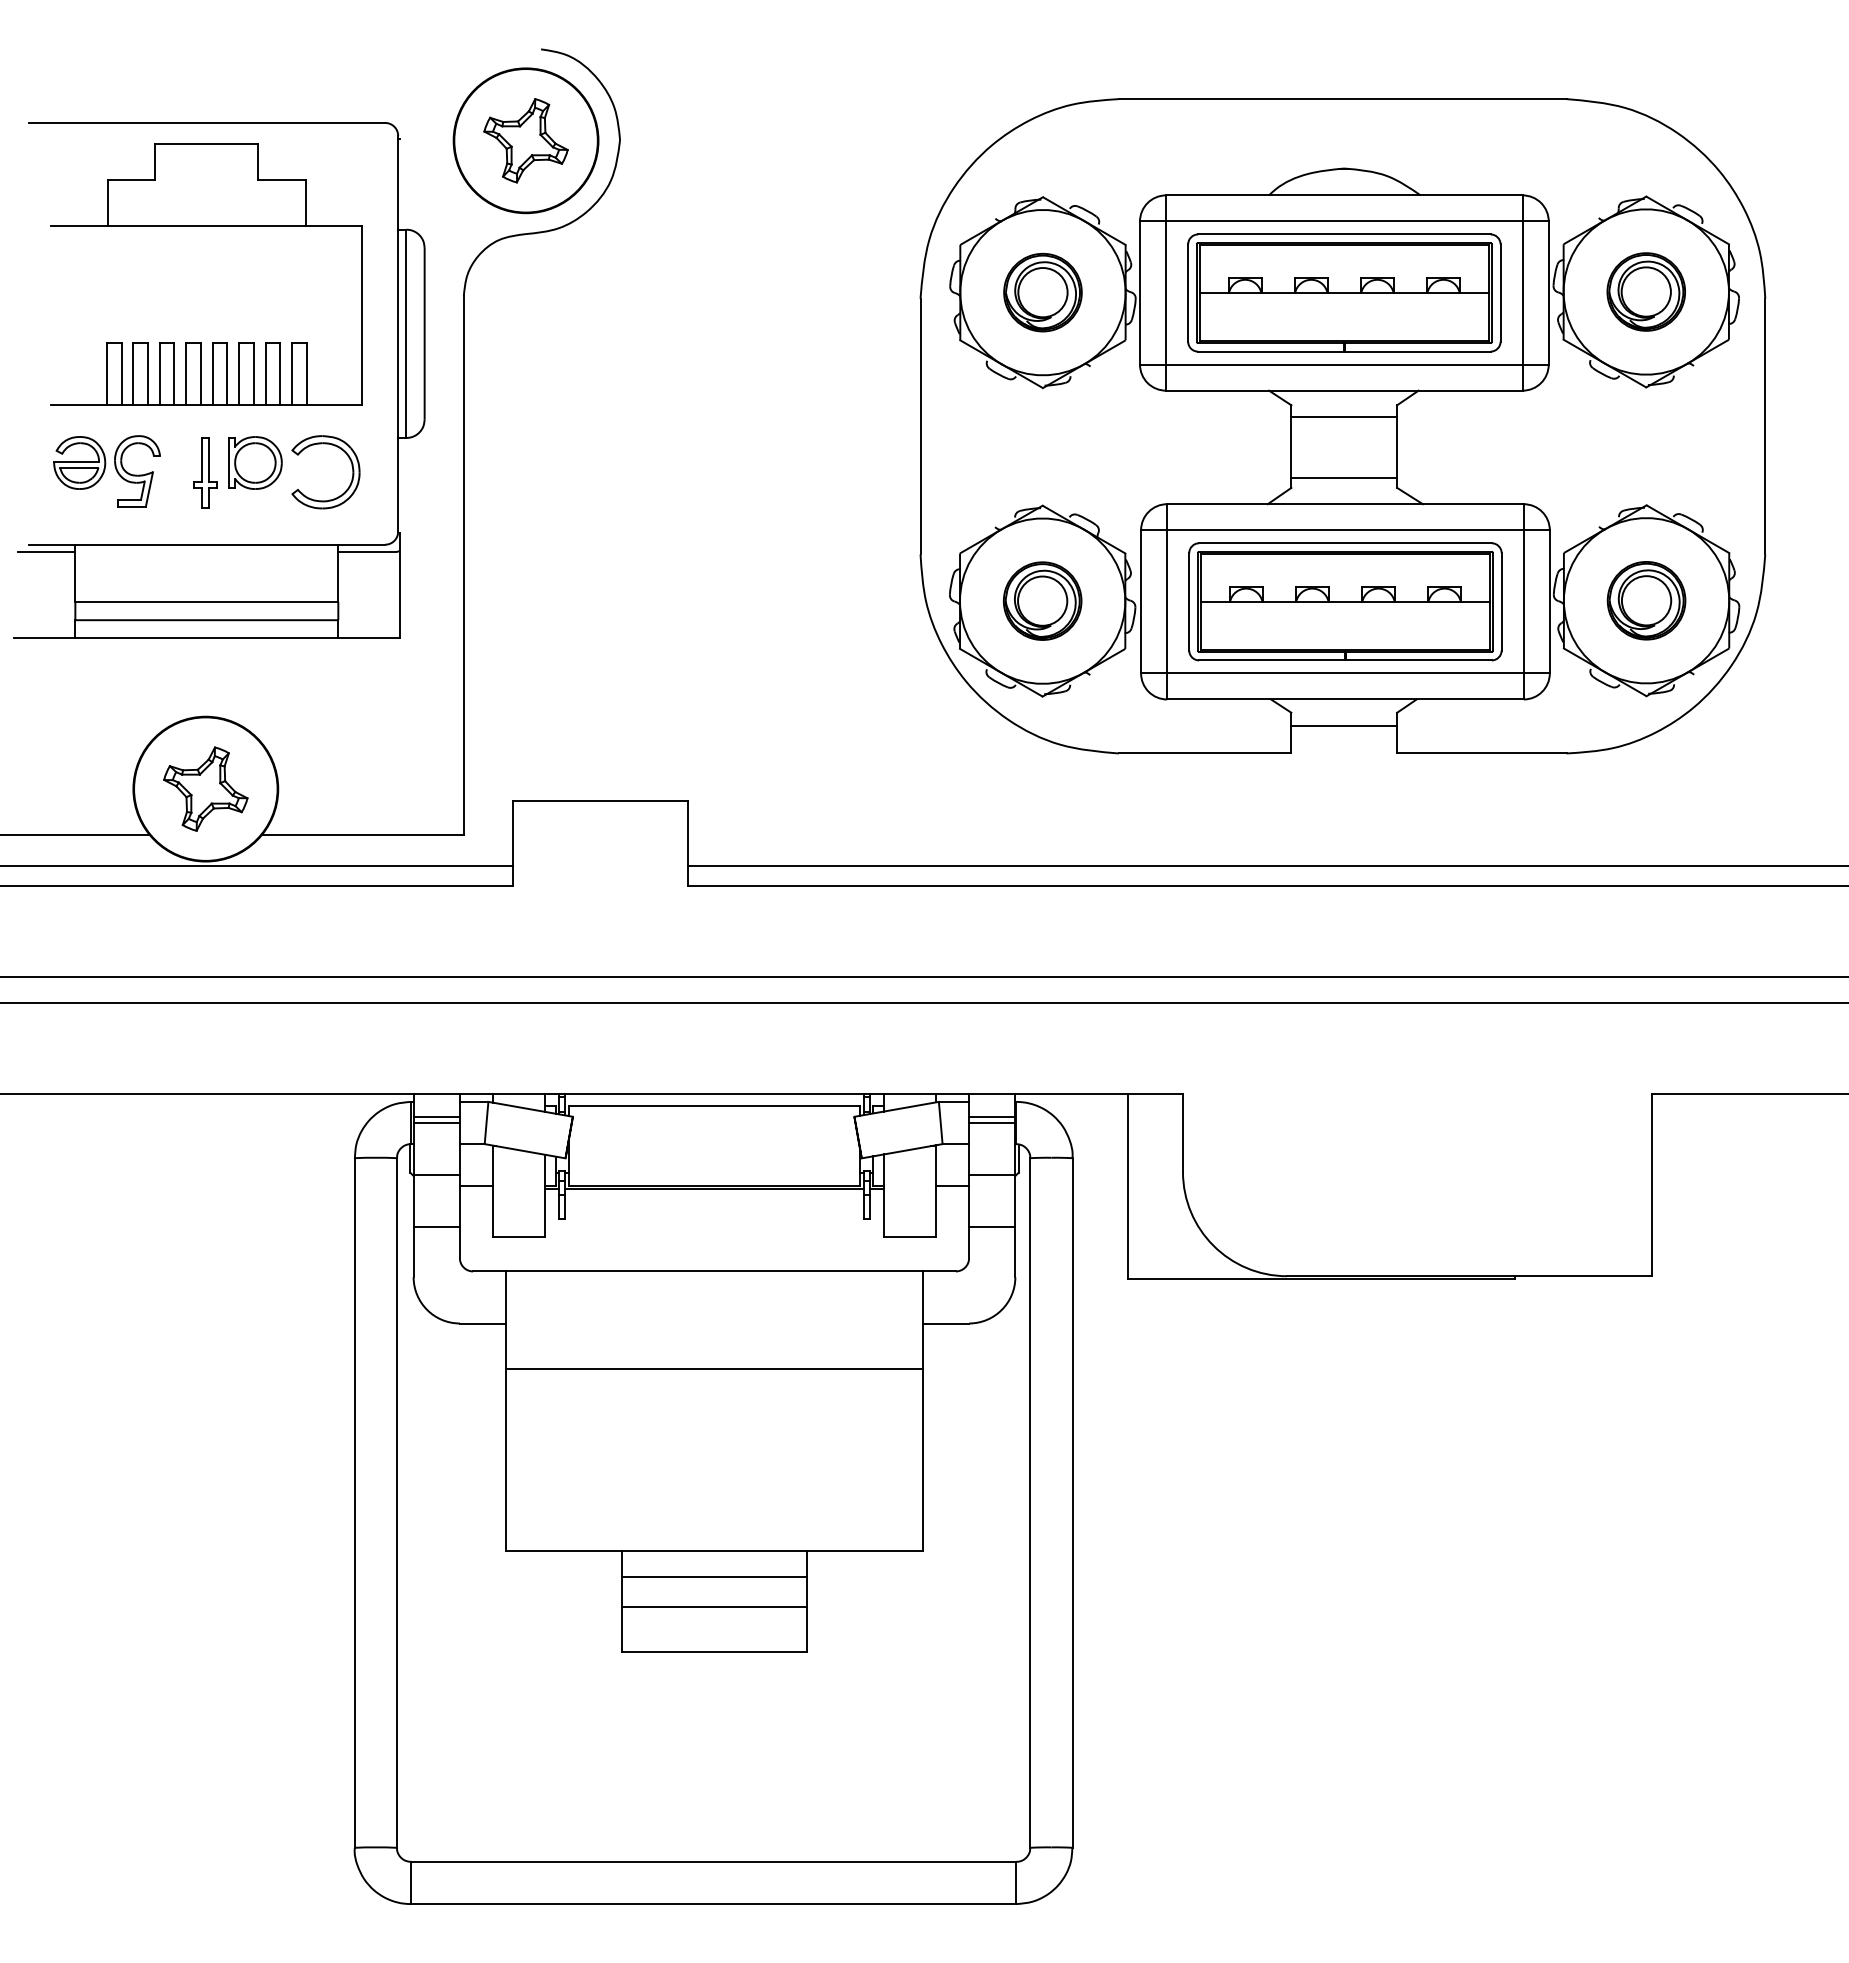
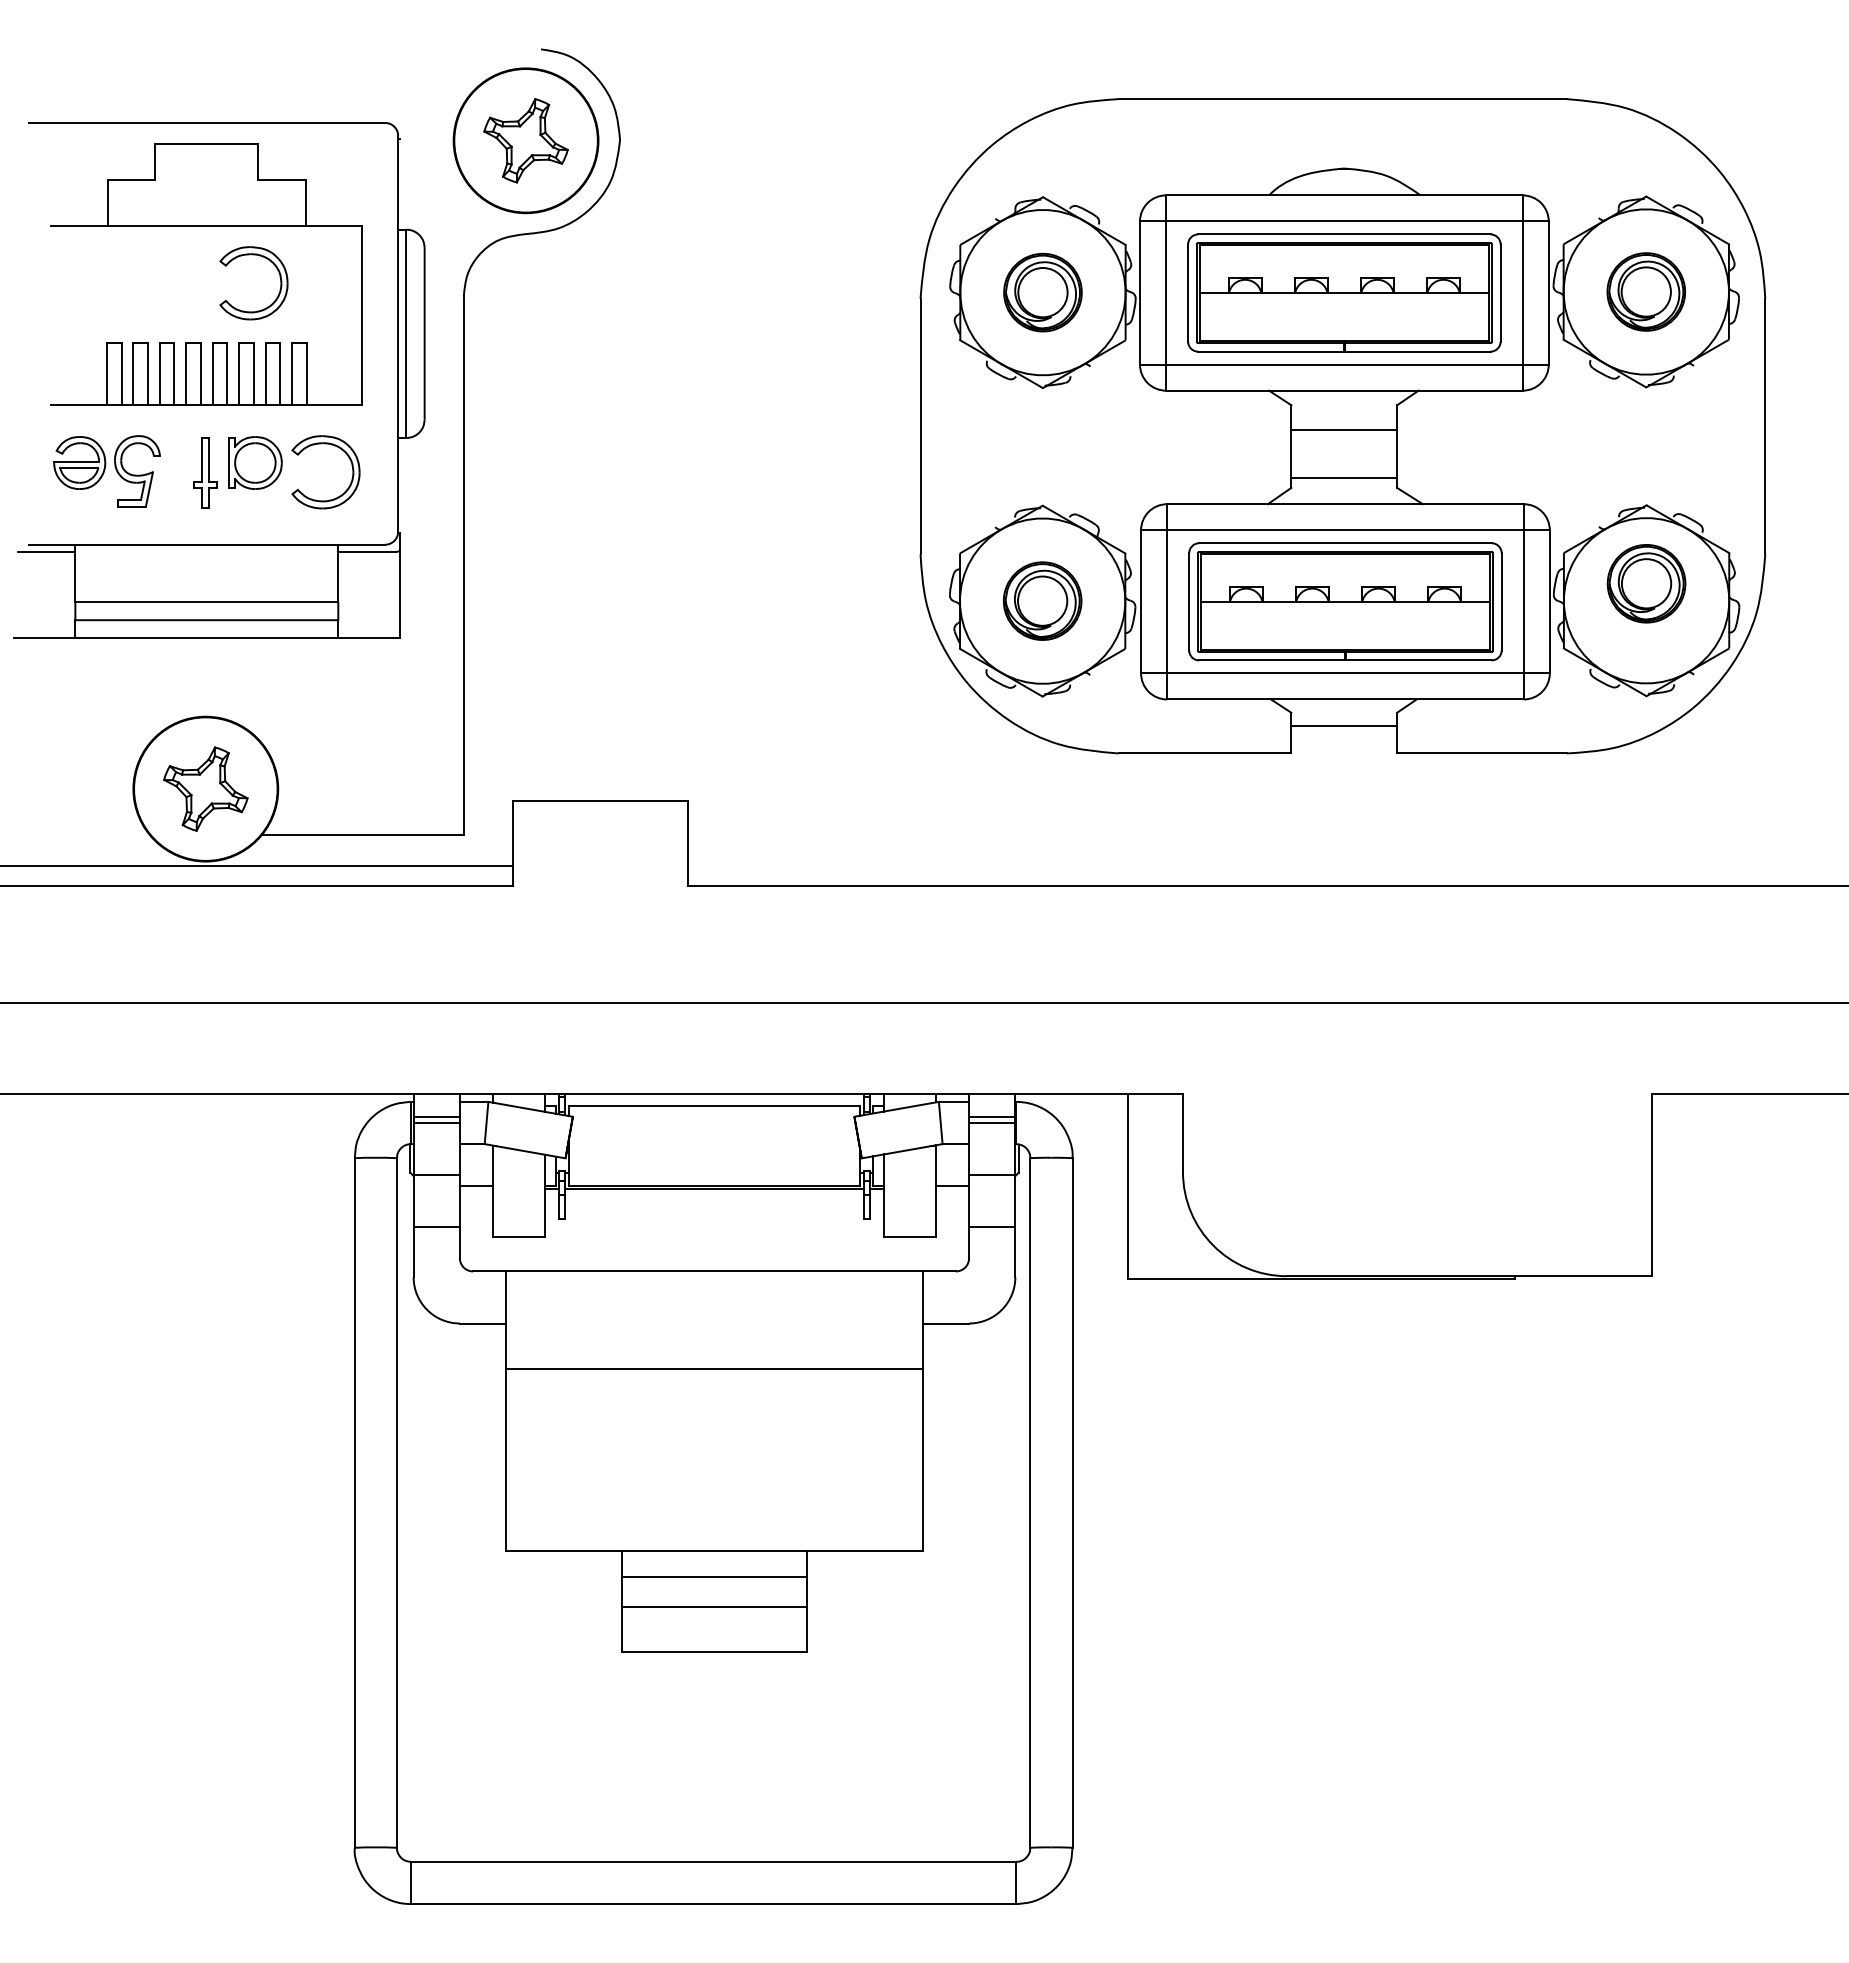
part at (279, 277): none -> present
line at (1344, 416) position: (1344, 416) -> (1344, 429)
part at (1646, 600) position: (1646, 600) -> (1646, 583)
line at (75, 834): present -> none
line at (1266, 866): present -> none
line at (923, 976): present -> none
